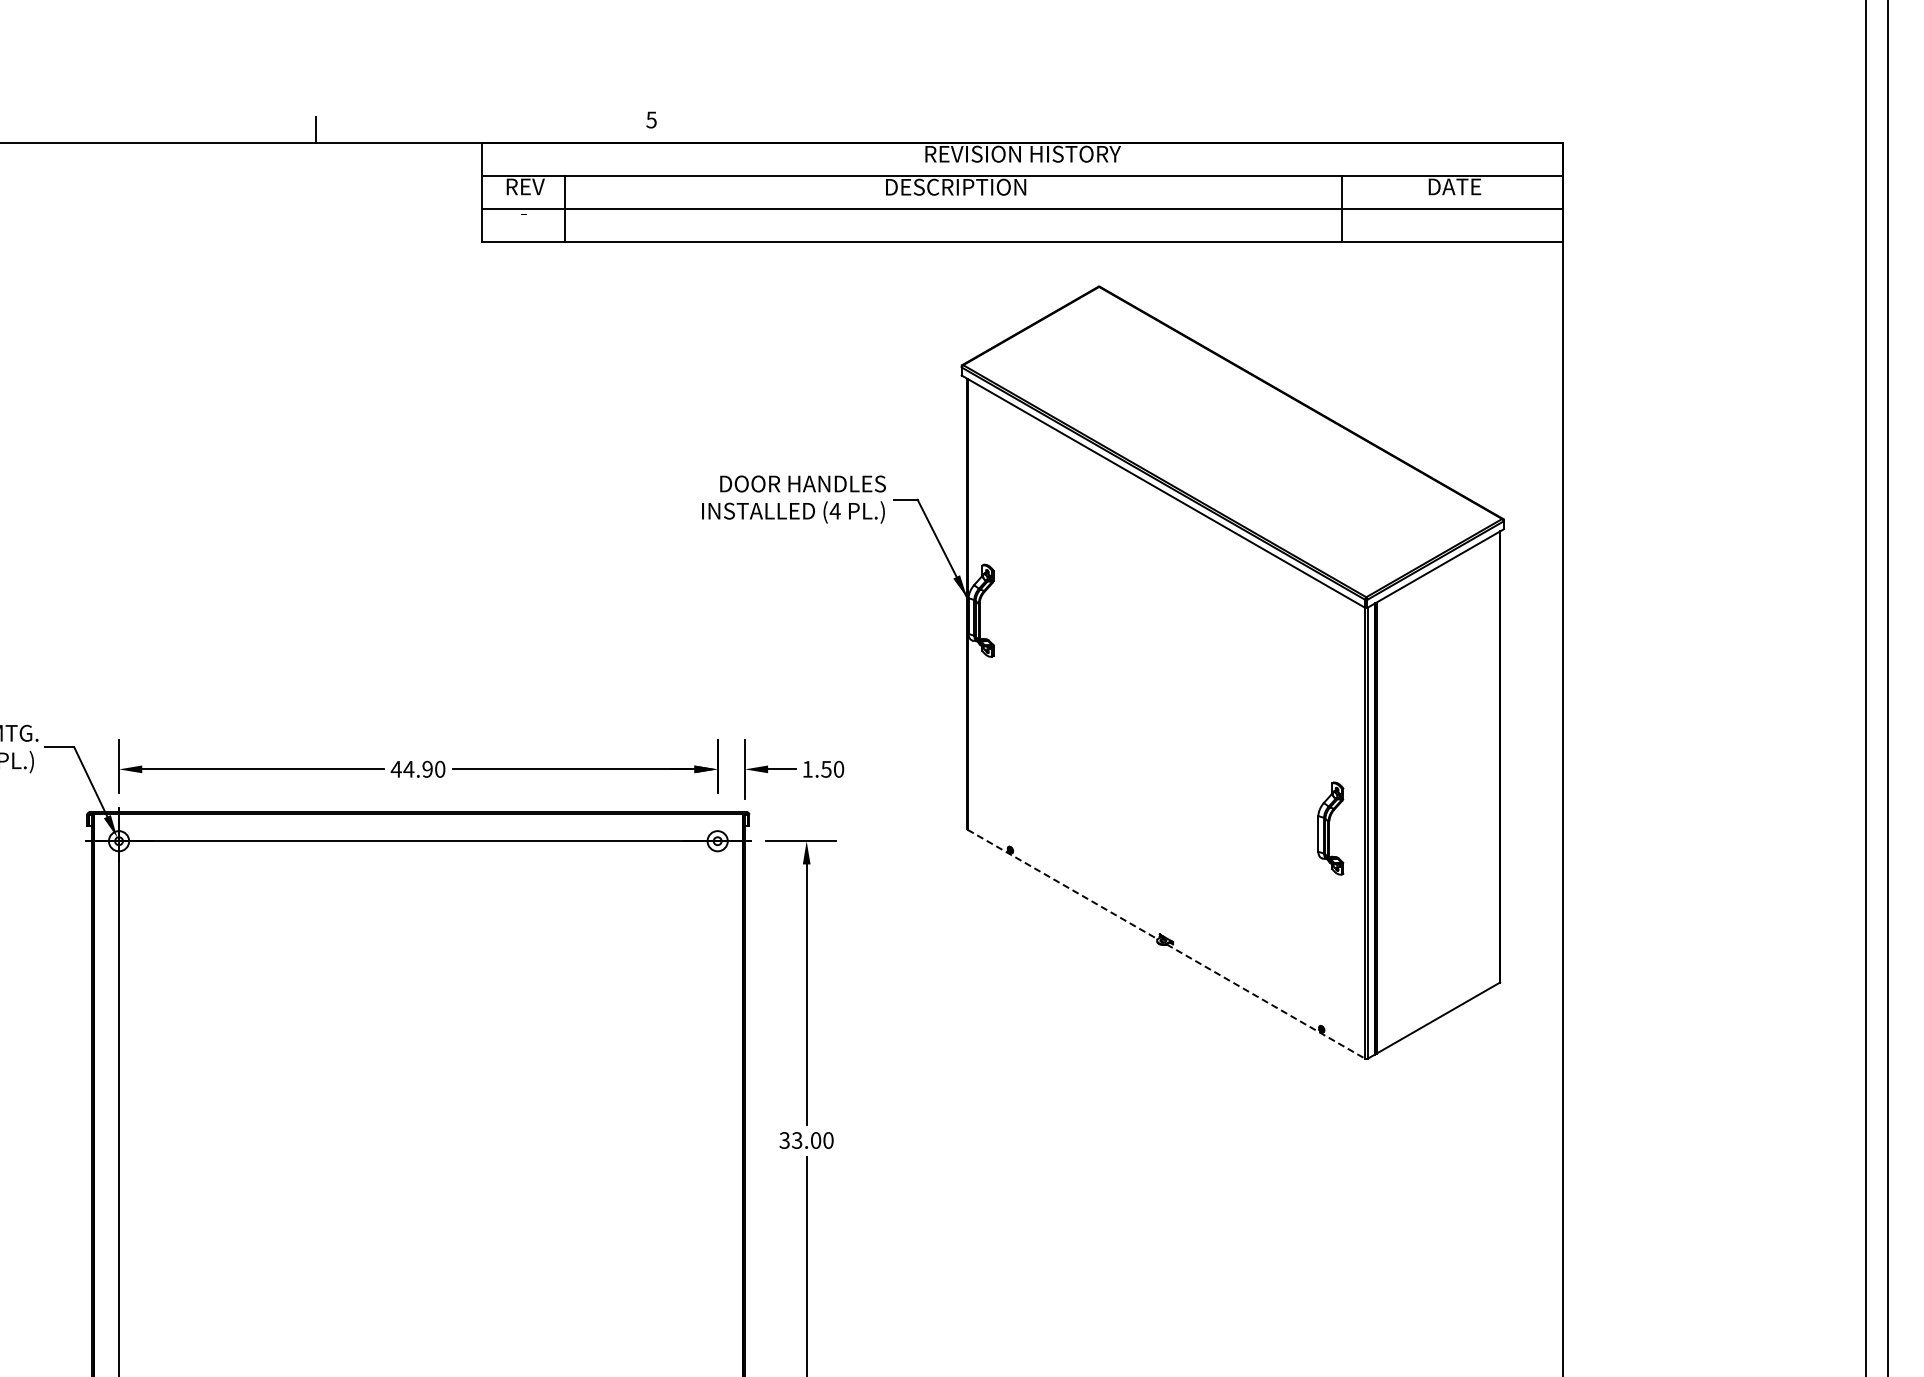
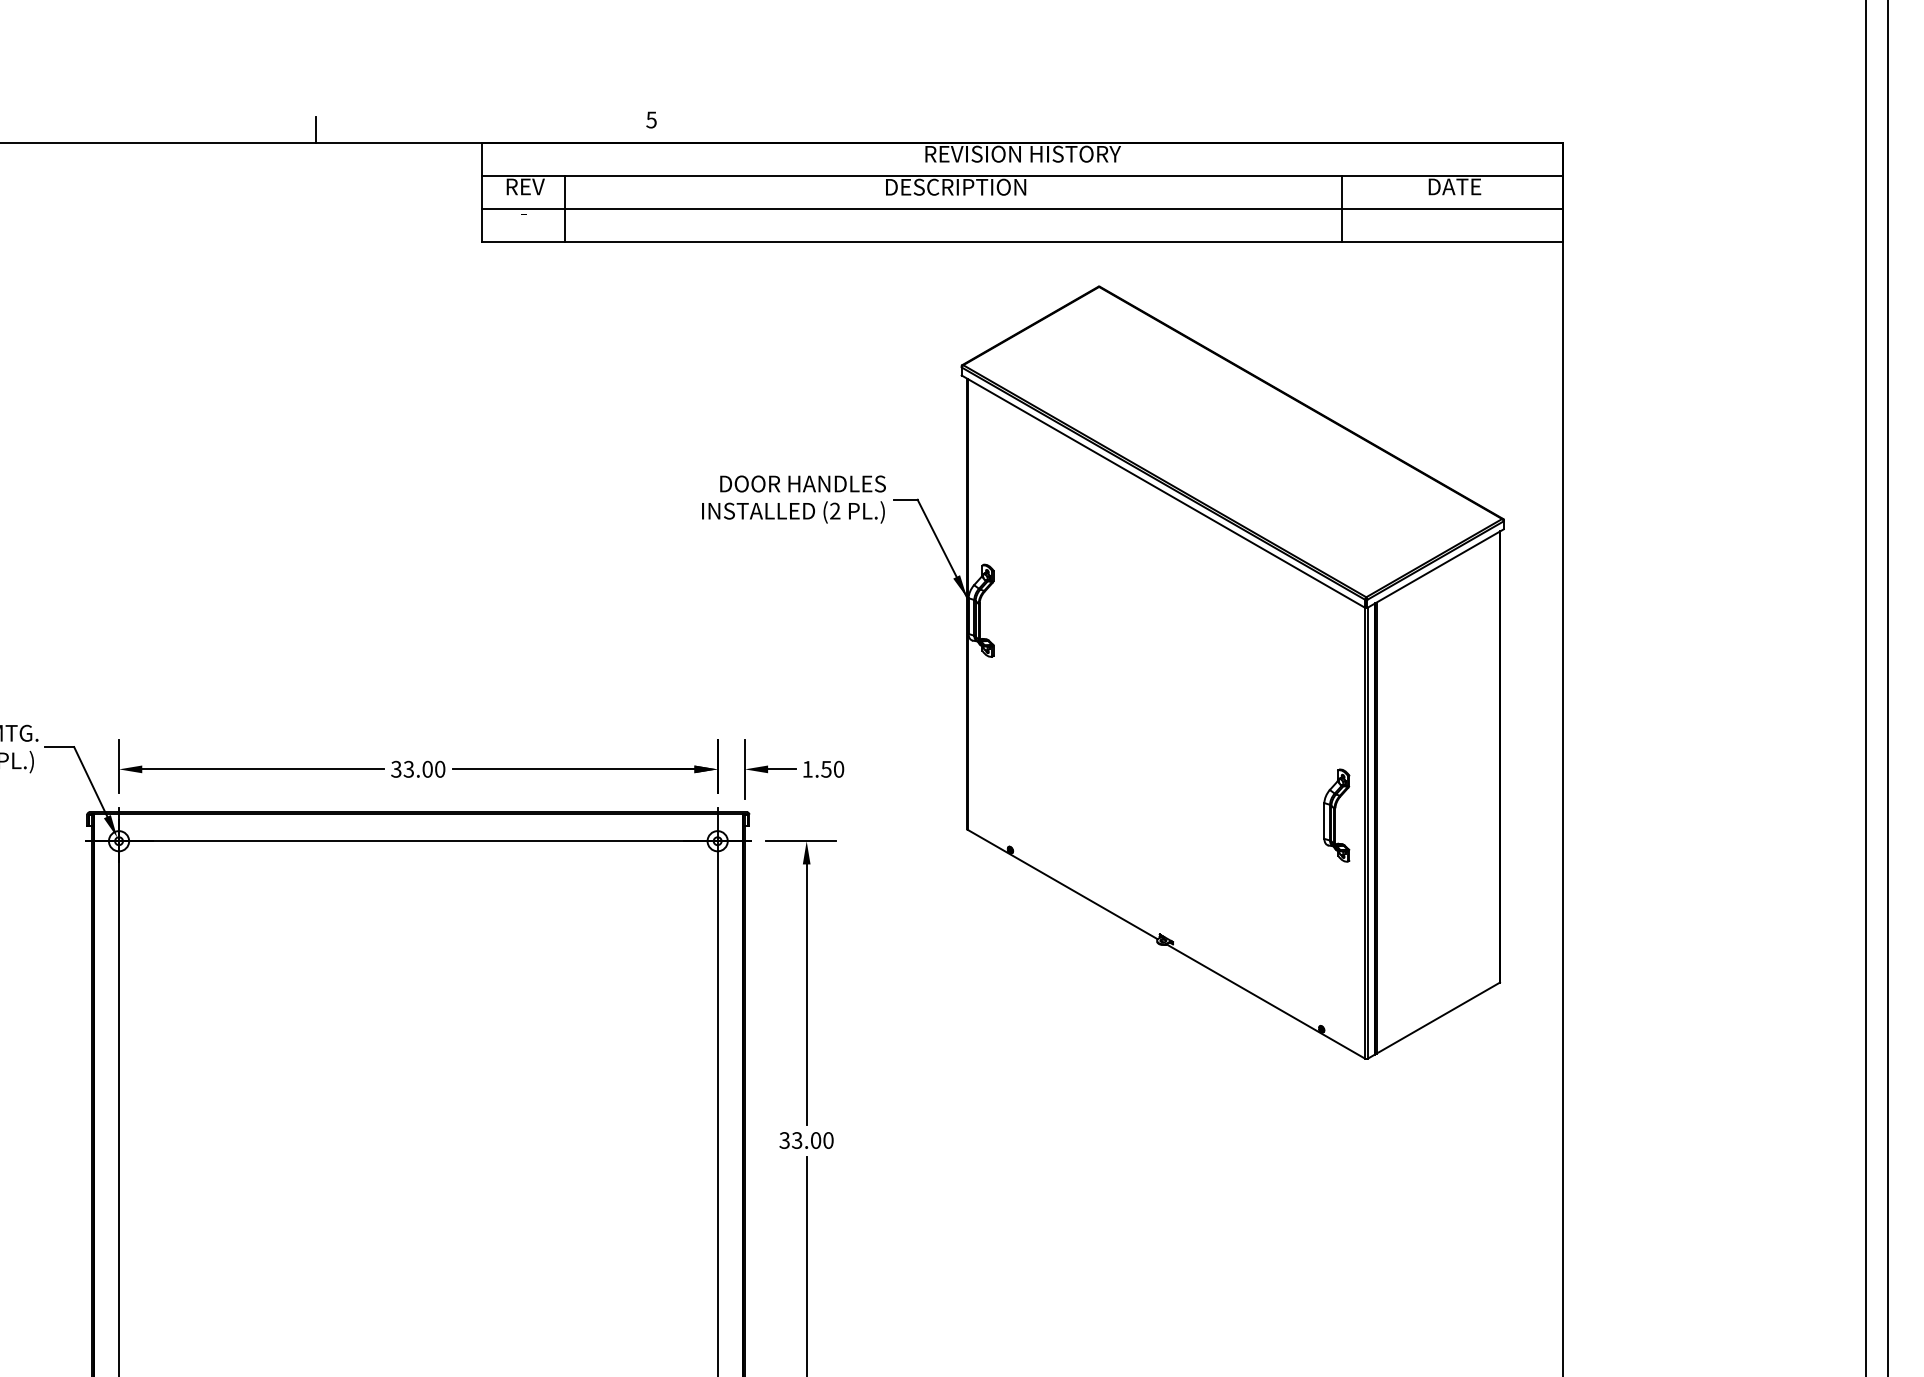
text at (834, 510): (4 -> (2
text at (411, 768): 44.90 -> 33.00
part at (1330, 828) position: (1330, 828) -> (1336, 815)
line at (1062, 884): dashed -> solid
line at (1266, 1001): dashed -> solid
line at (717, 1090): none -> present
